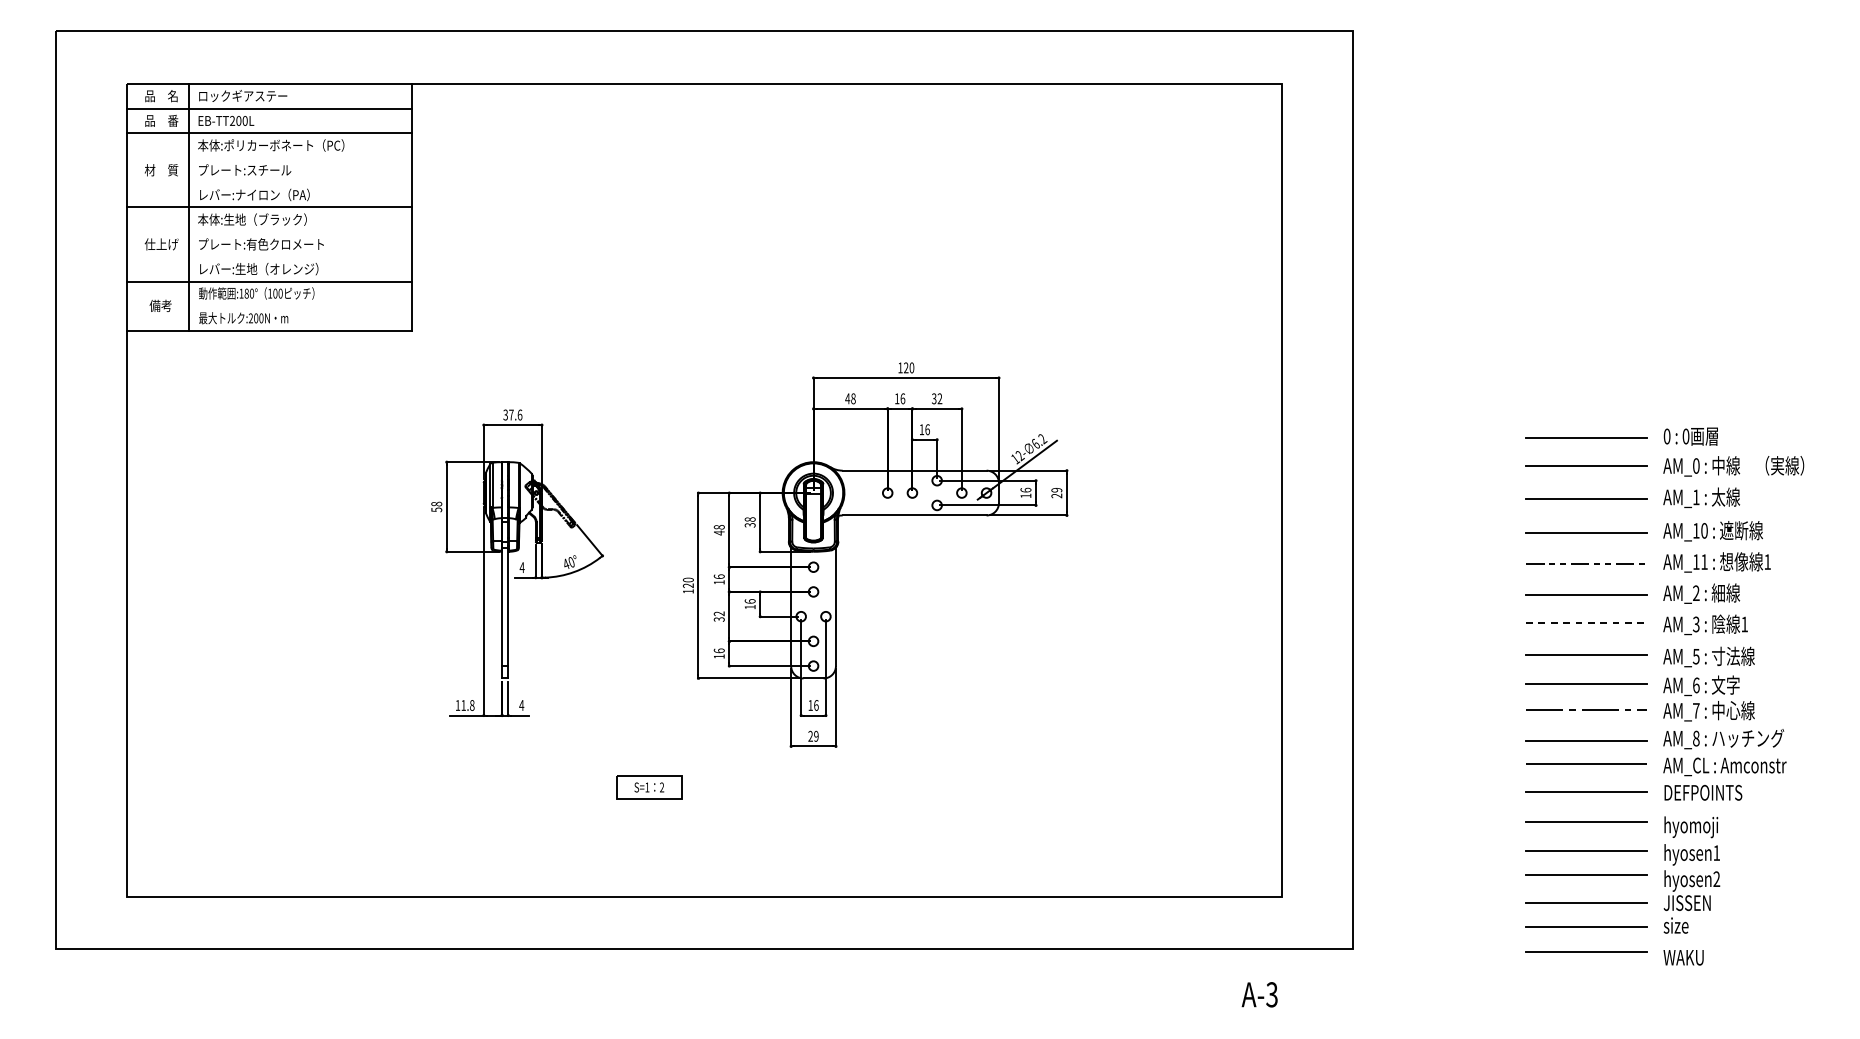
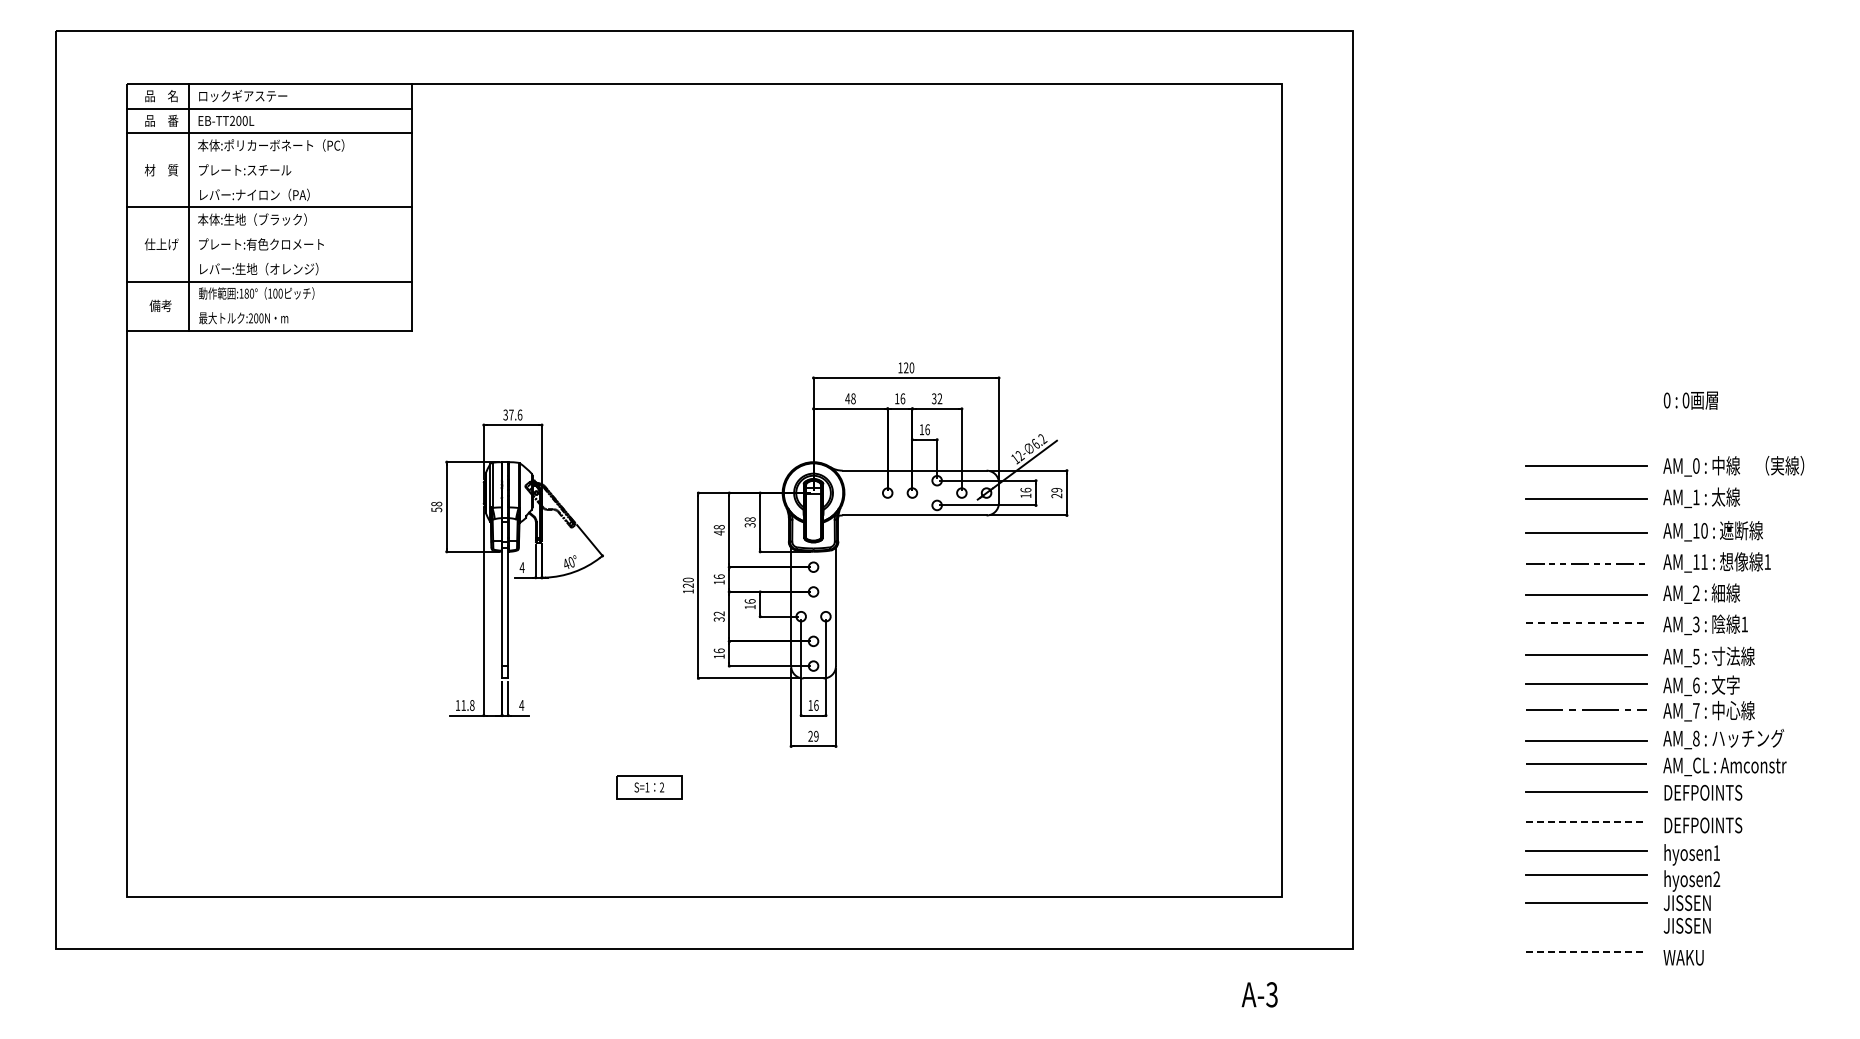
text at (1690, 436) position: (1690, 436) -> (1690, 400)
line at (1586, 438): present -> none
line at (1586, 821): solid -> dashed
text at (1703, 827): hyomoji -> DEFPOINTS
text at (1686, 925): size -> JISSEN
line at (1586, 927): present -> none
line at (1586, 951): solid -> dashed
